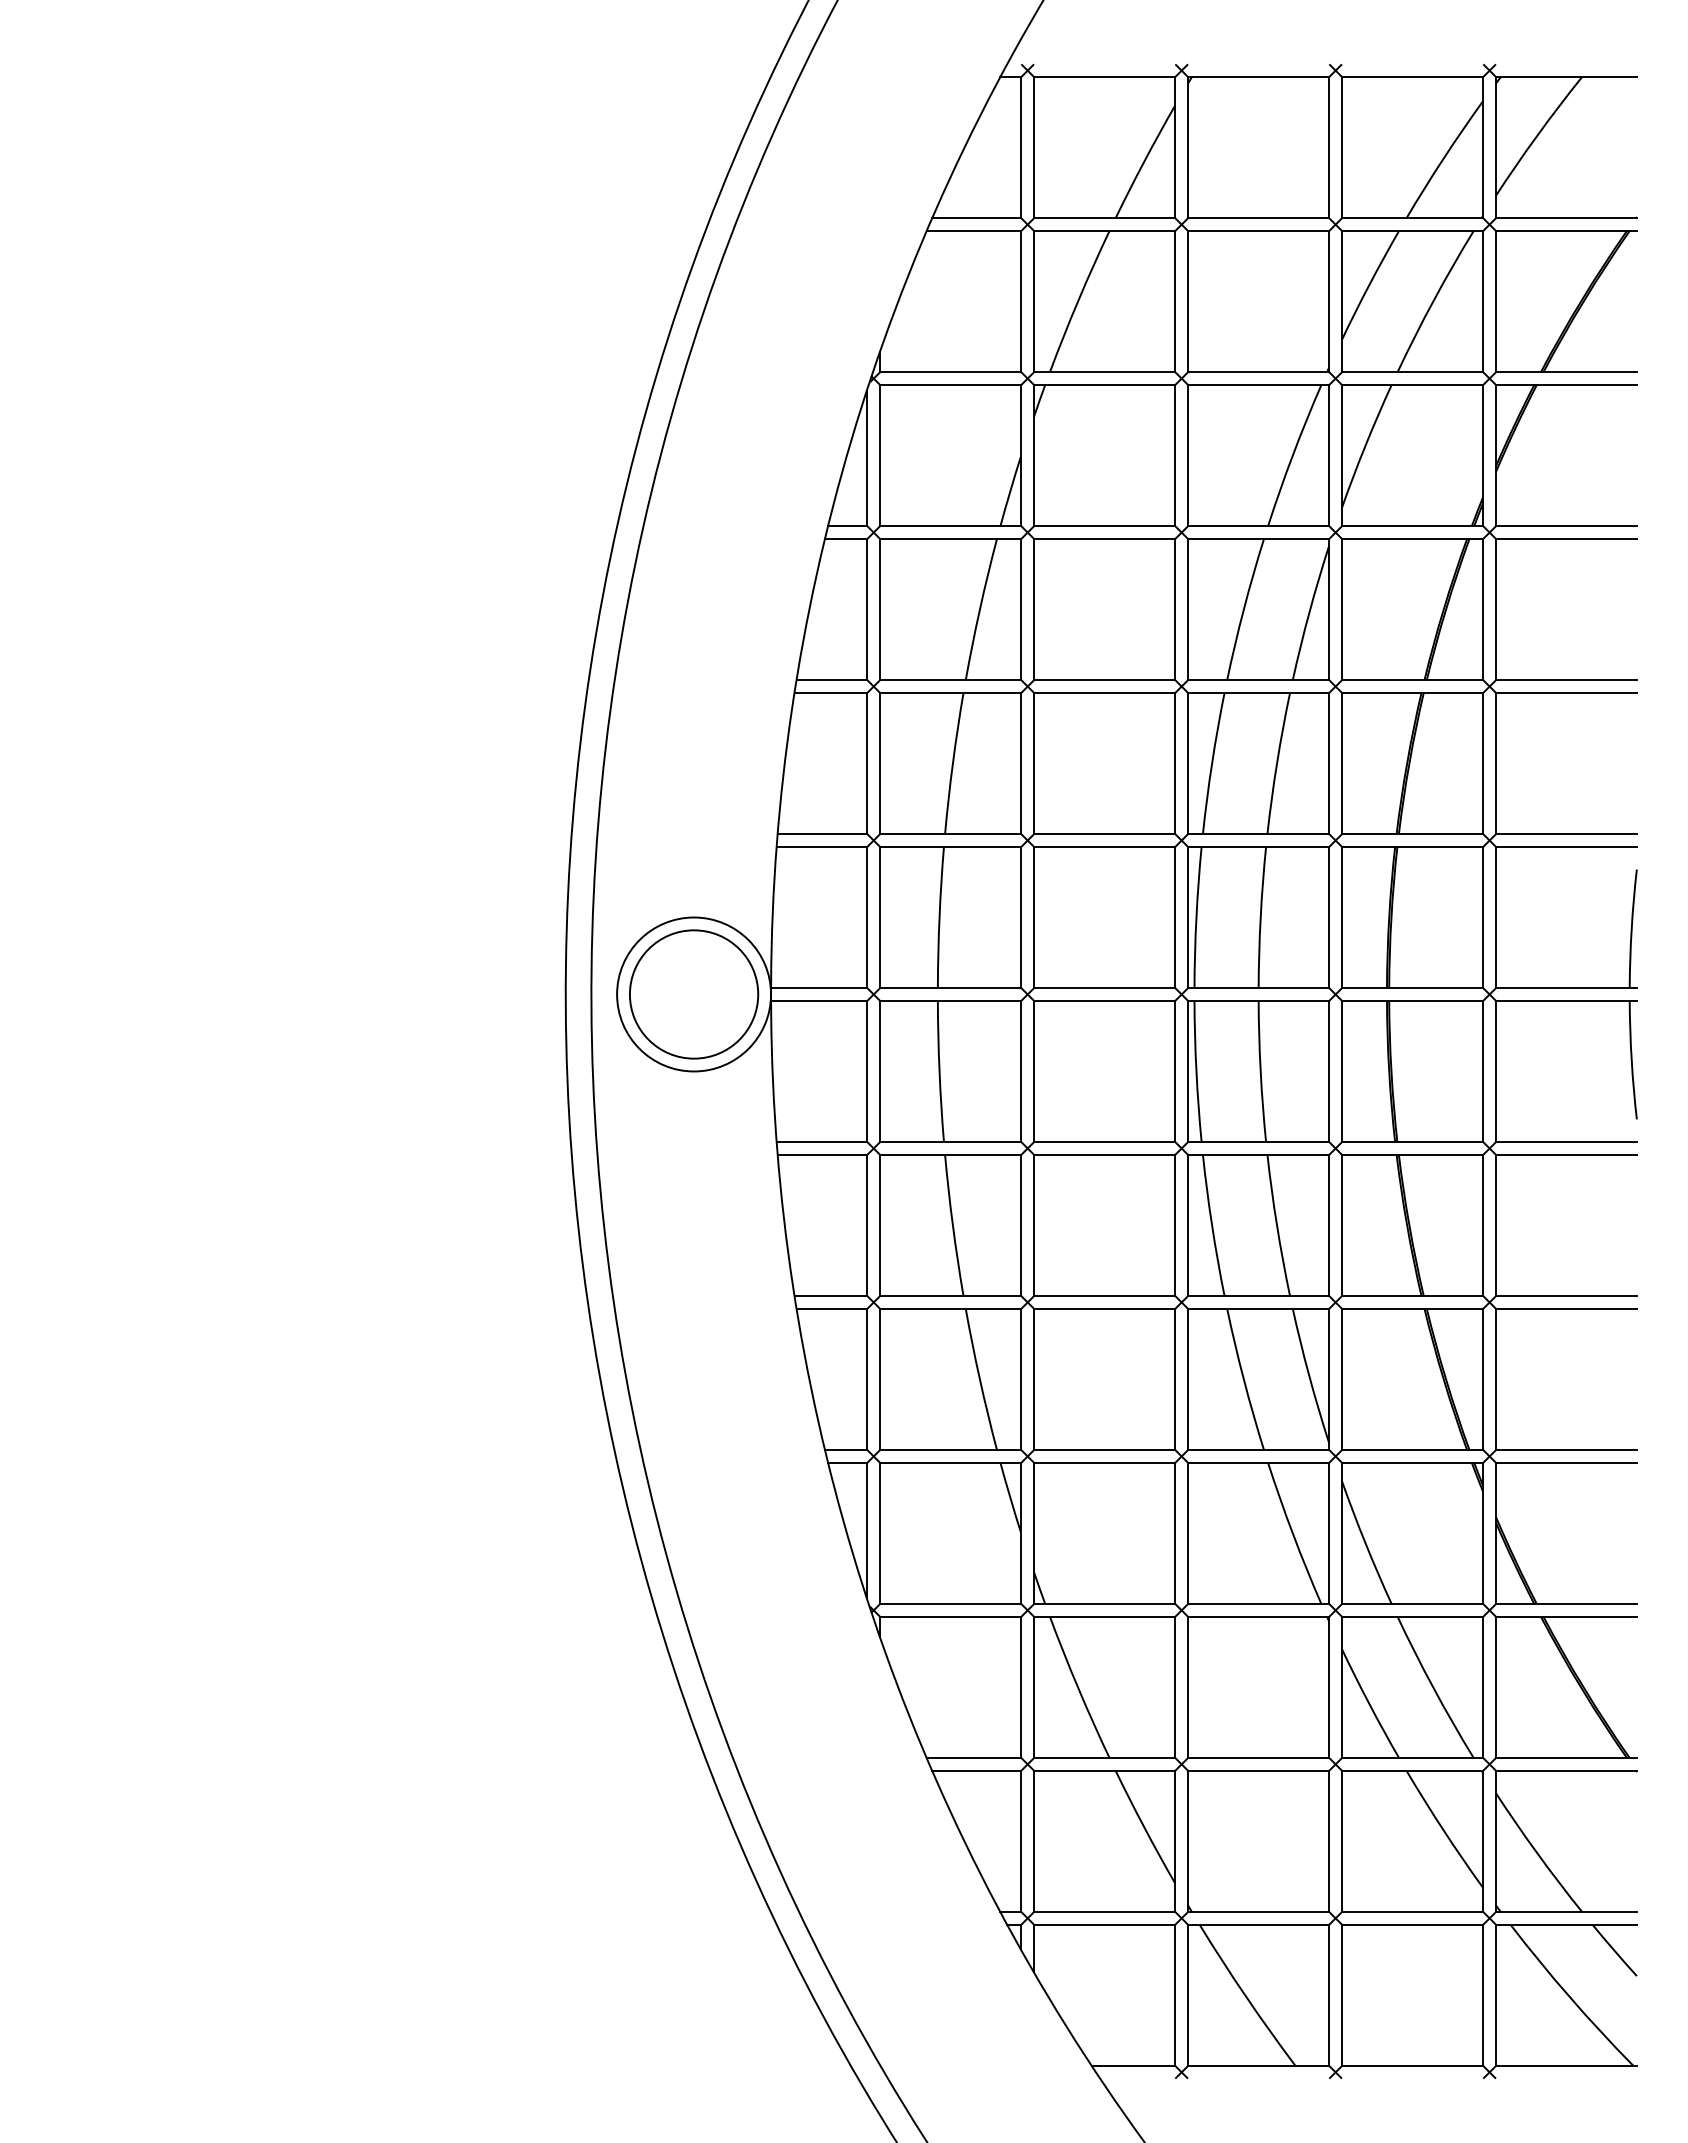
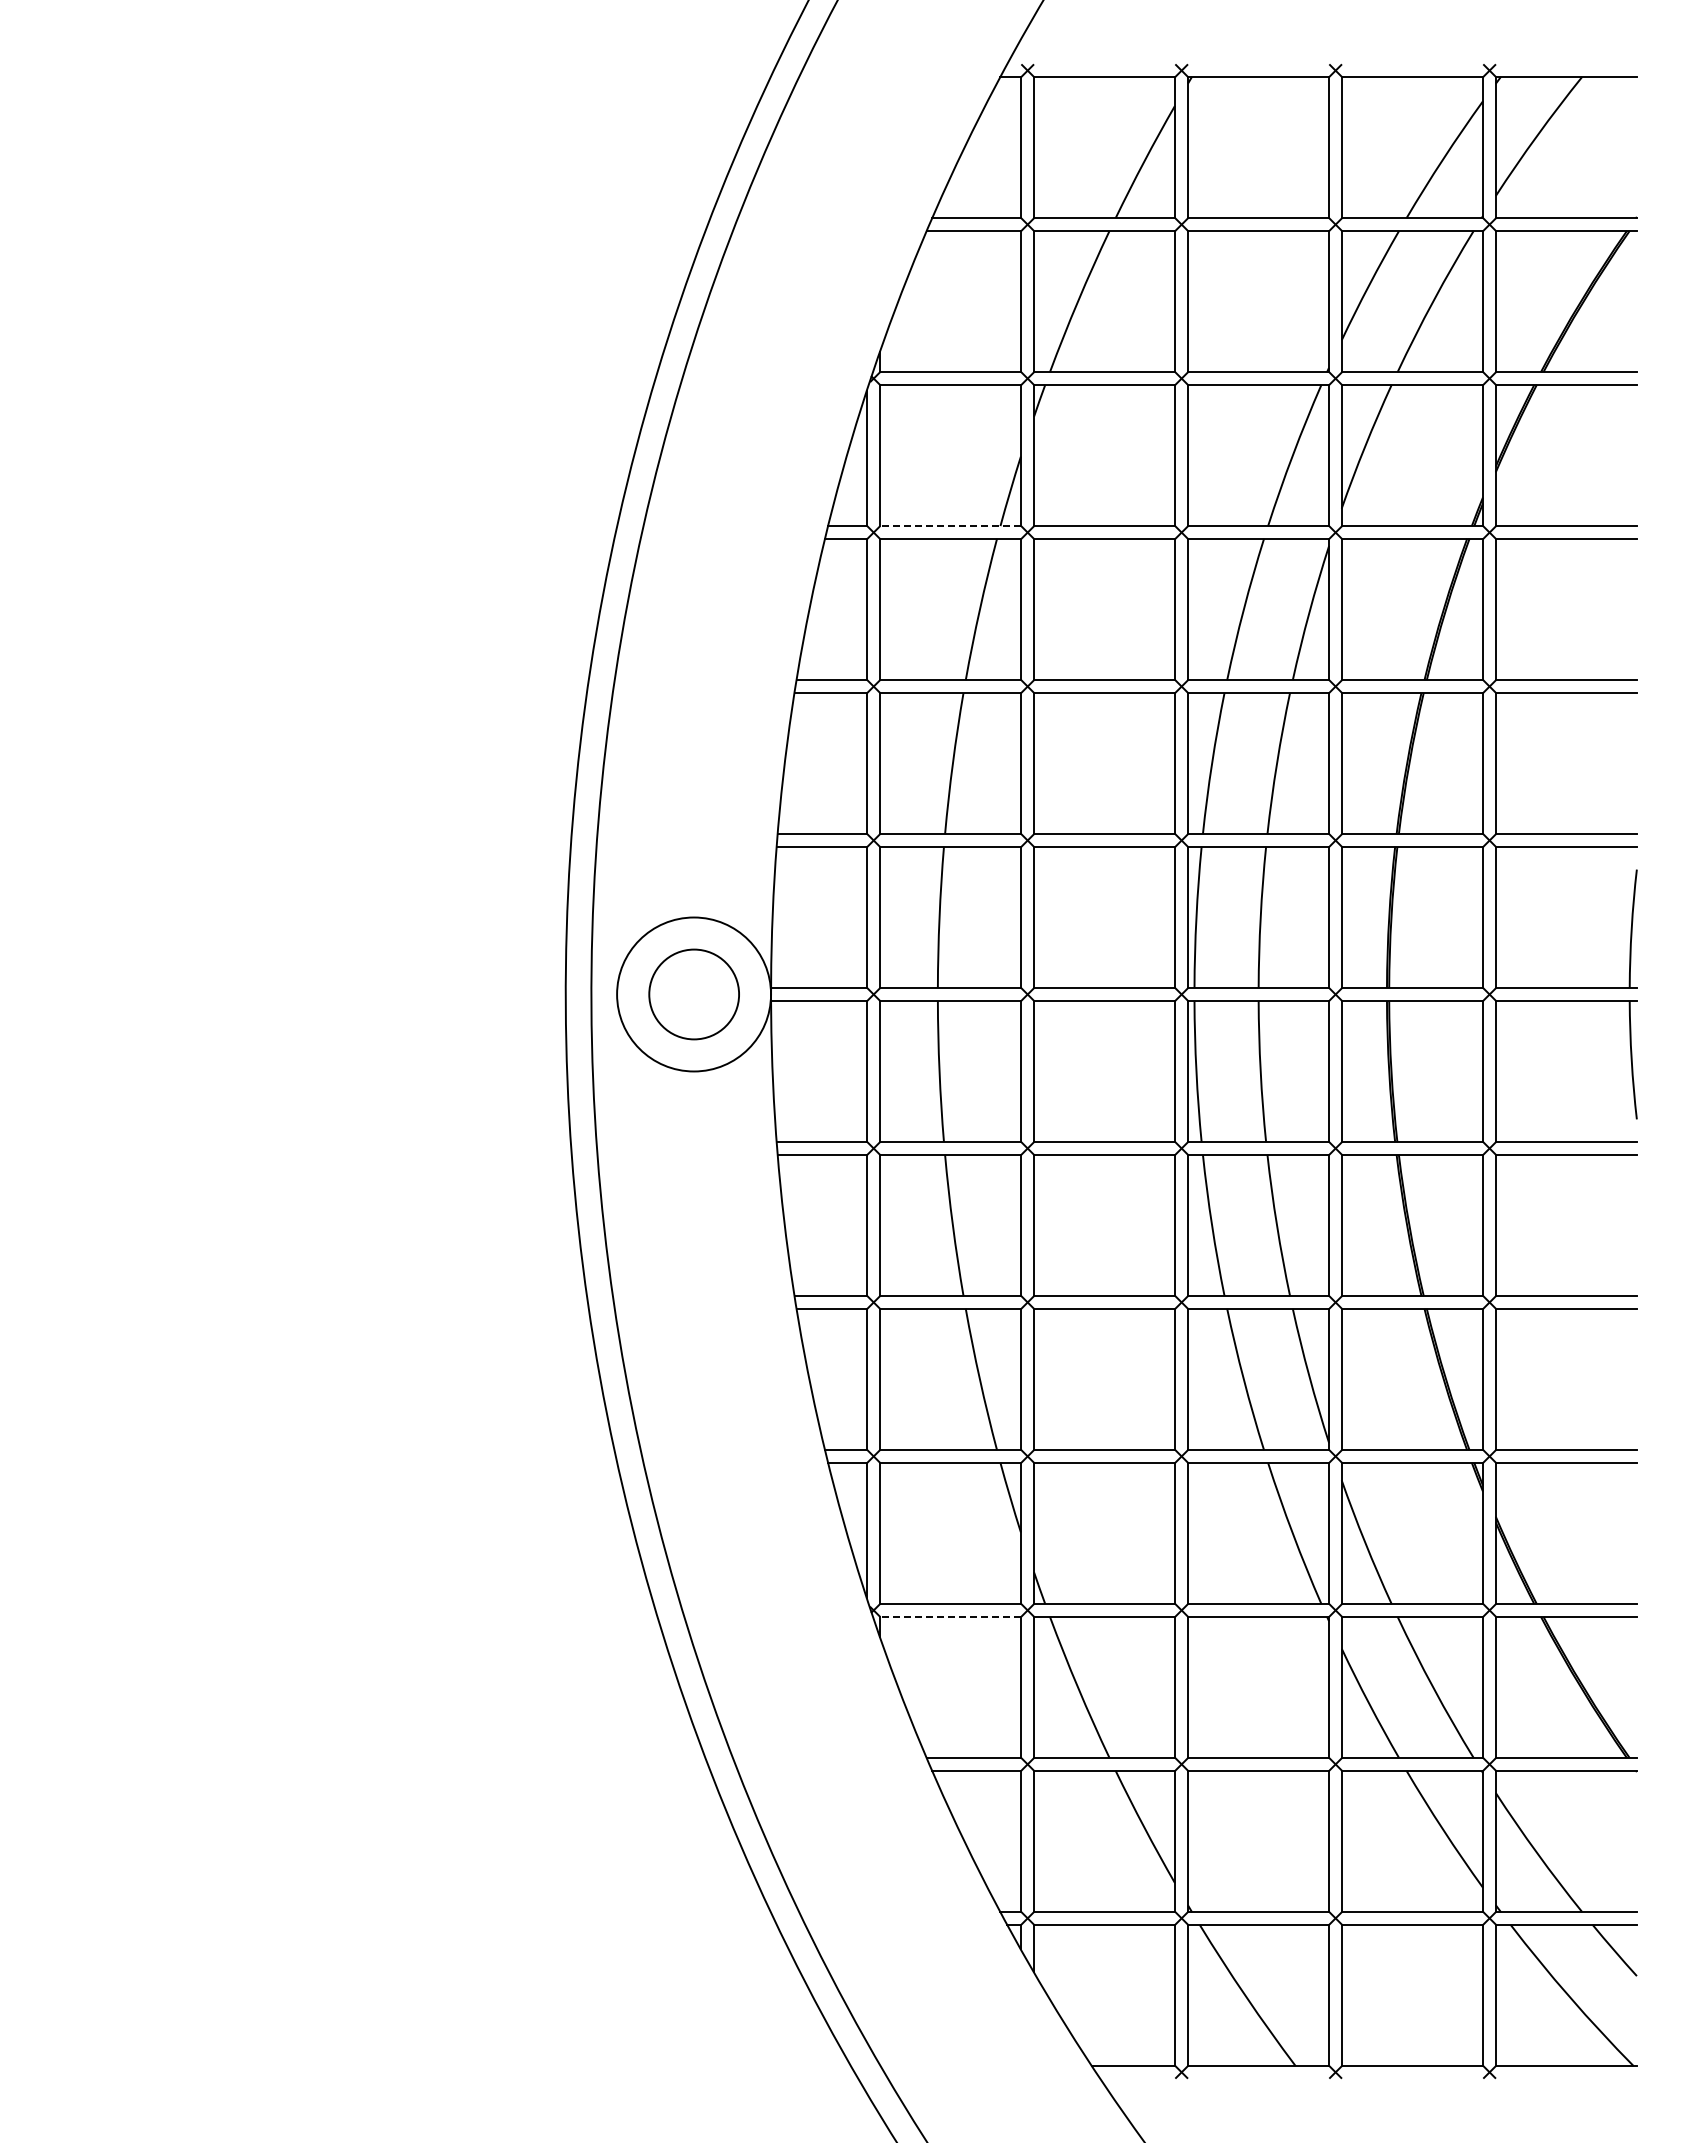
line at (950, 526): solid -> dashed
circle at (694, 994) size: 131x131 px -> 92x93 px
line at (950, 1616): solid -> dashed
